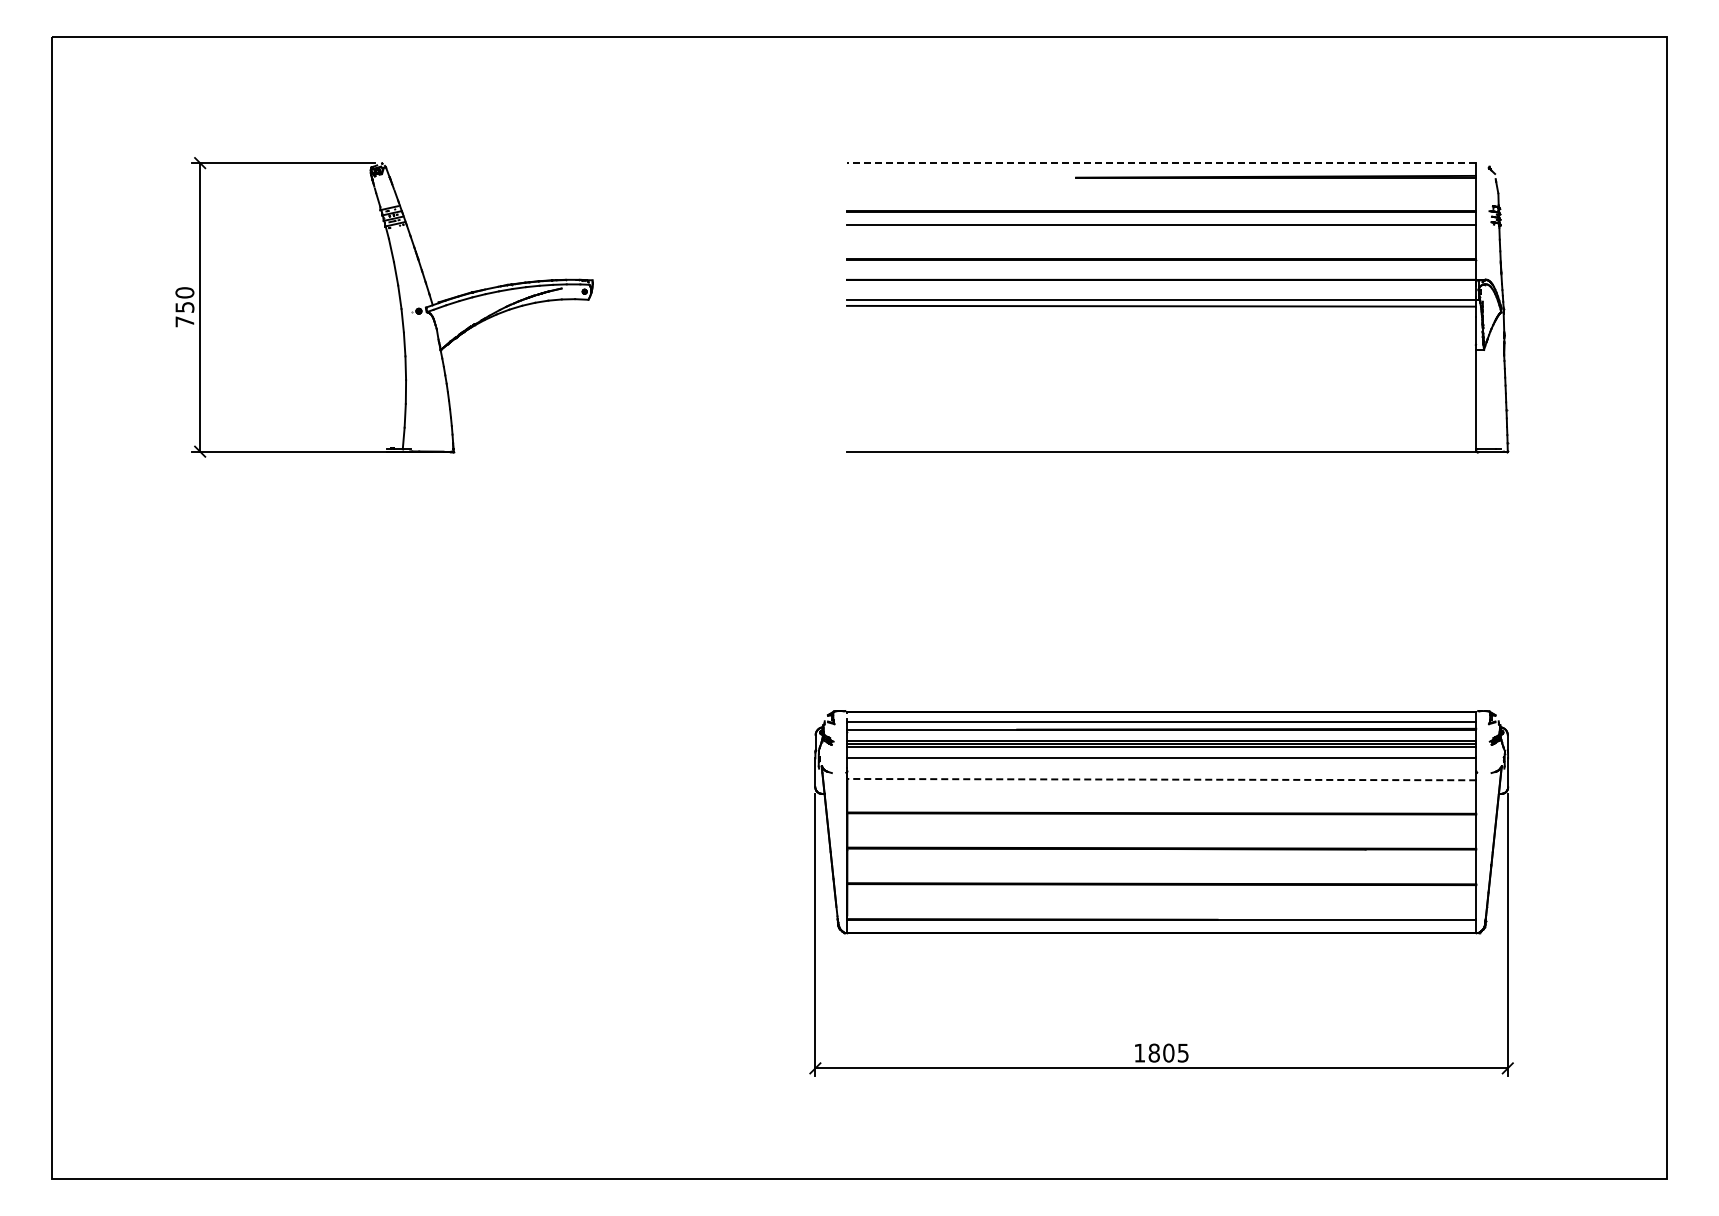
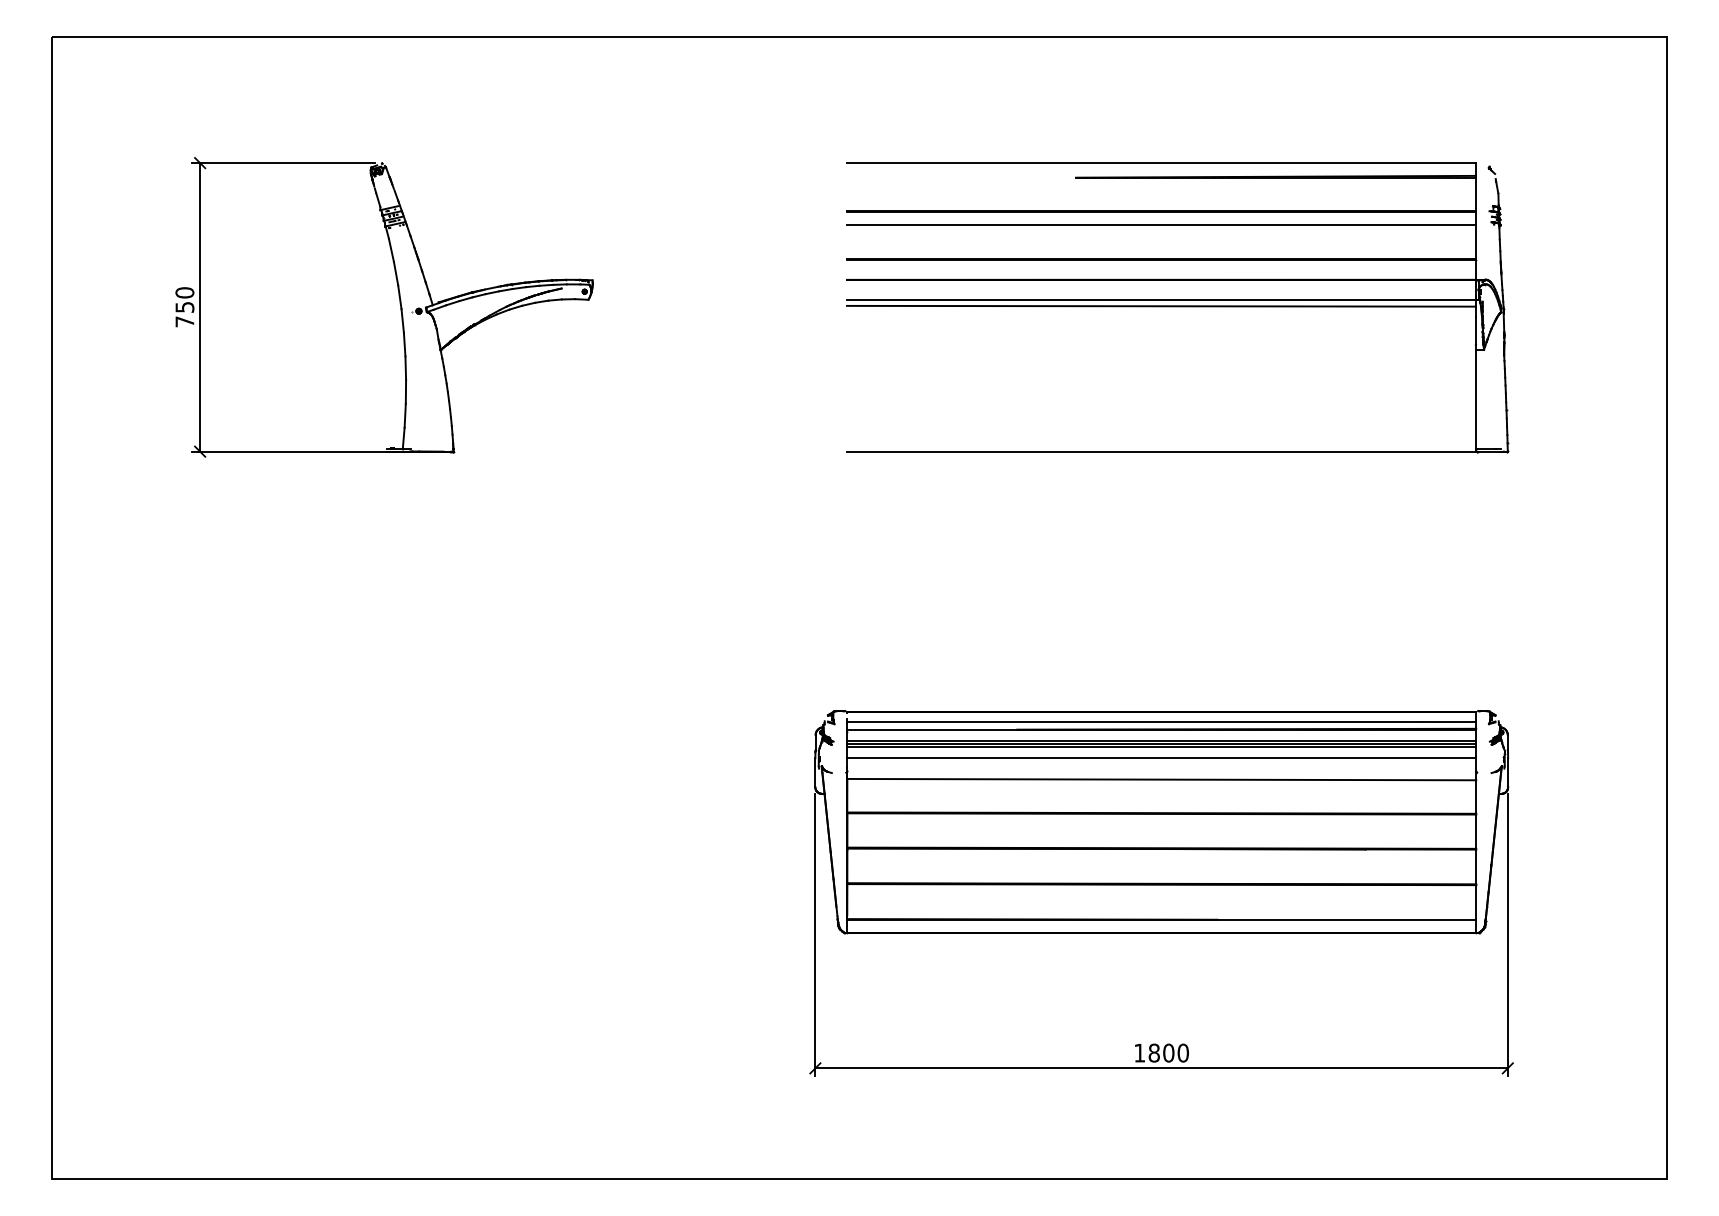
line at (1160, 163): dashed -> solid
line at (1161, 779): dashed -> solid
text at (1182, 1052): 1805 -> 1800
